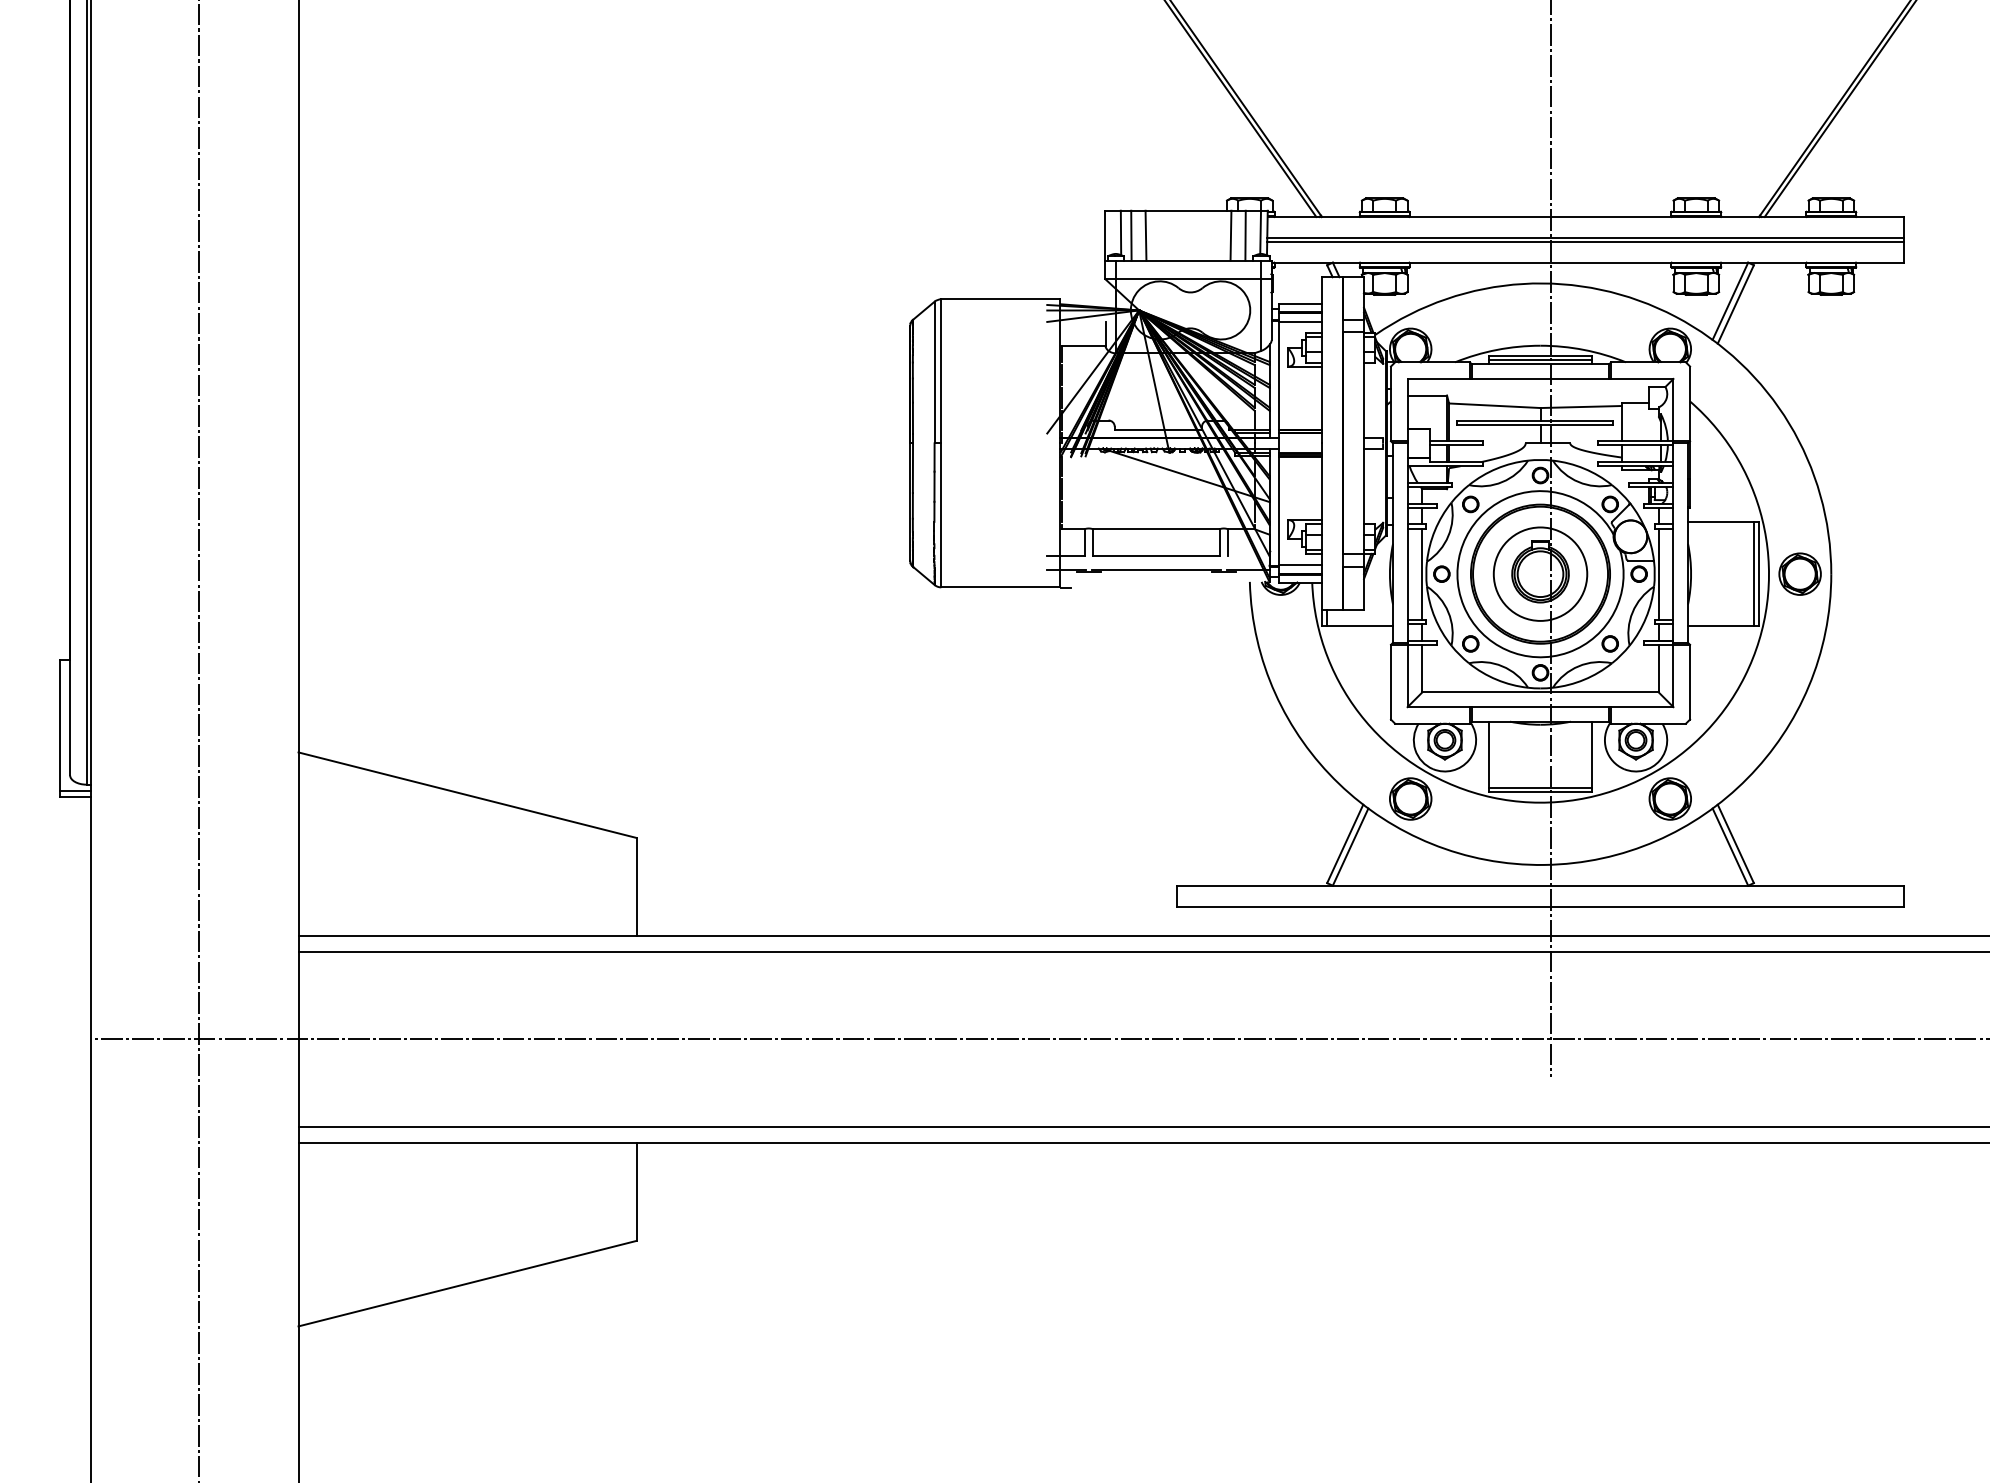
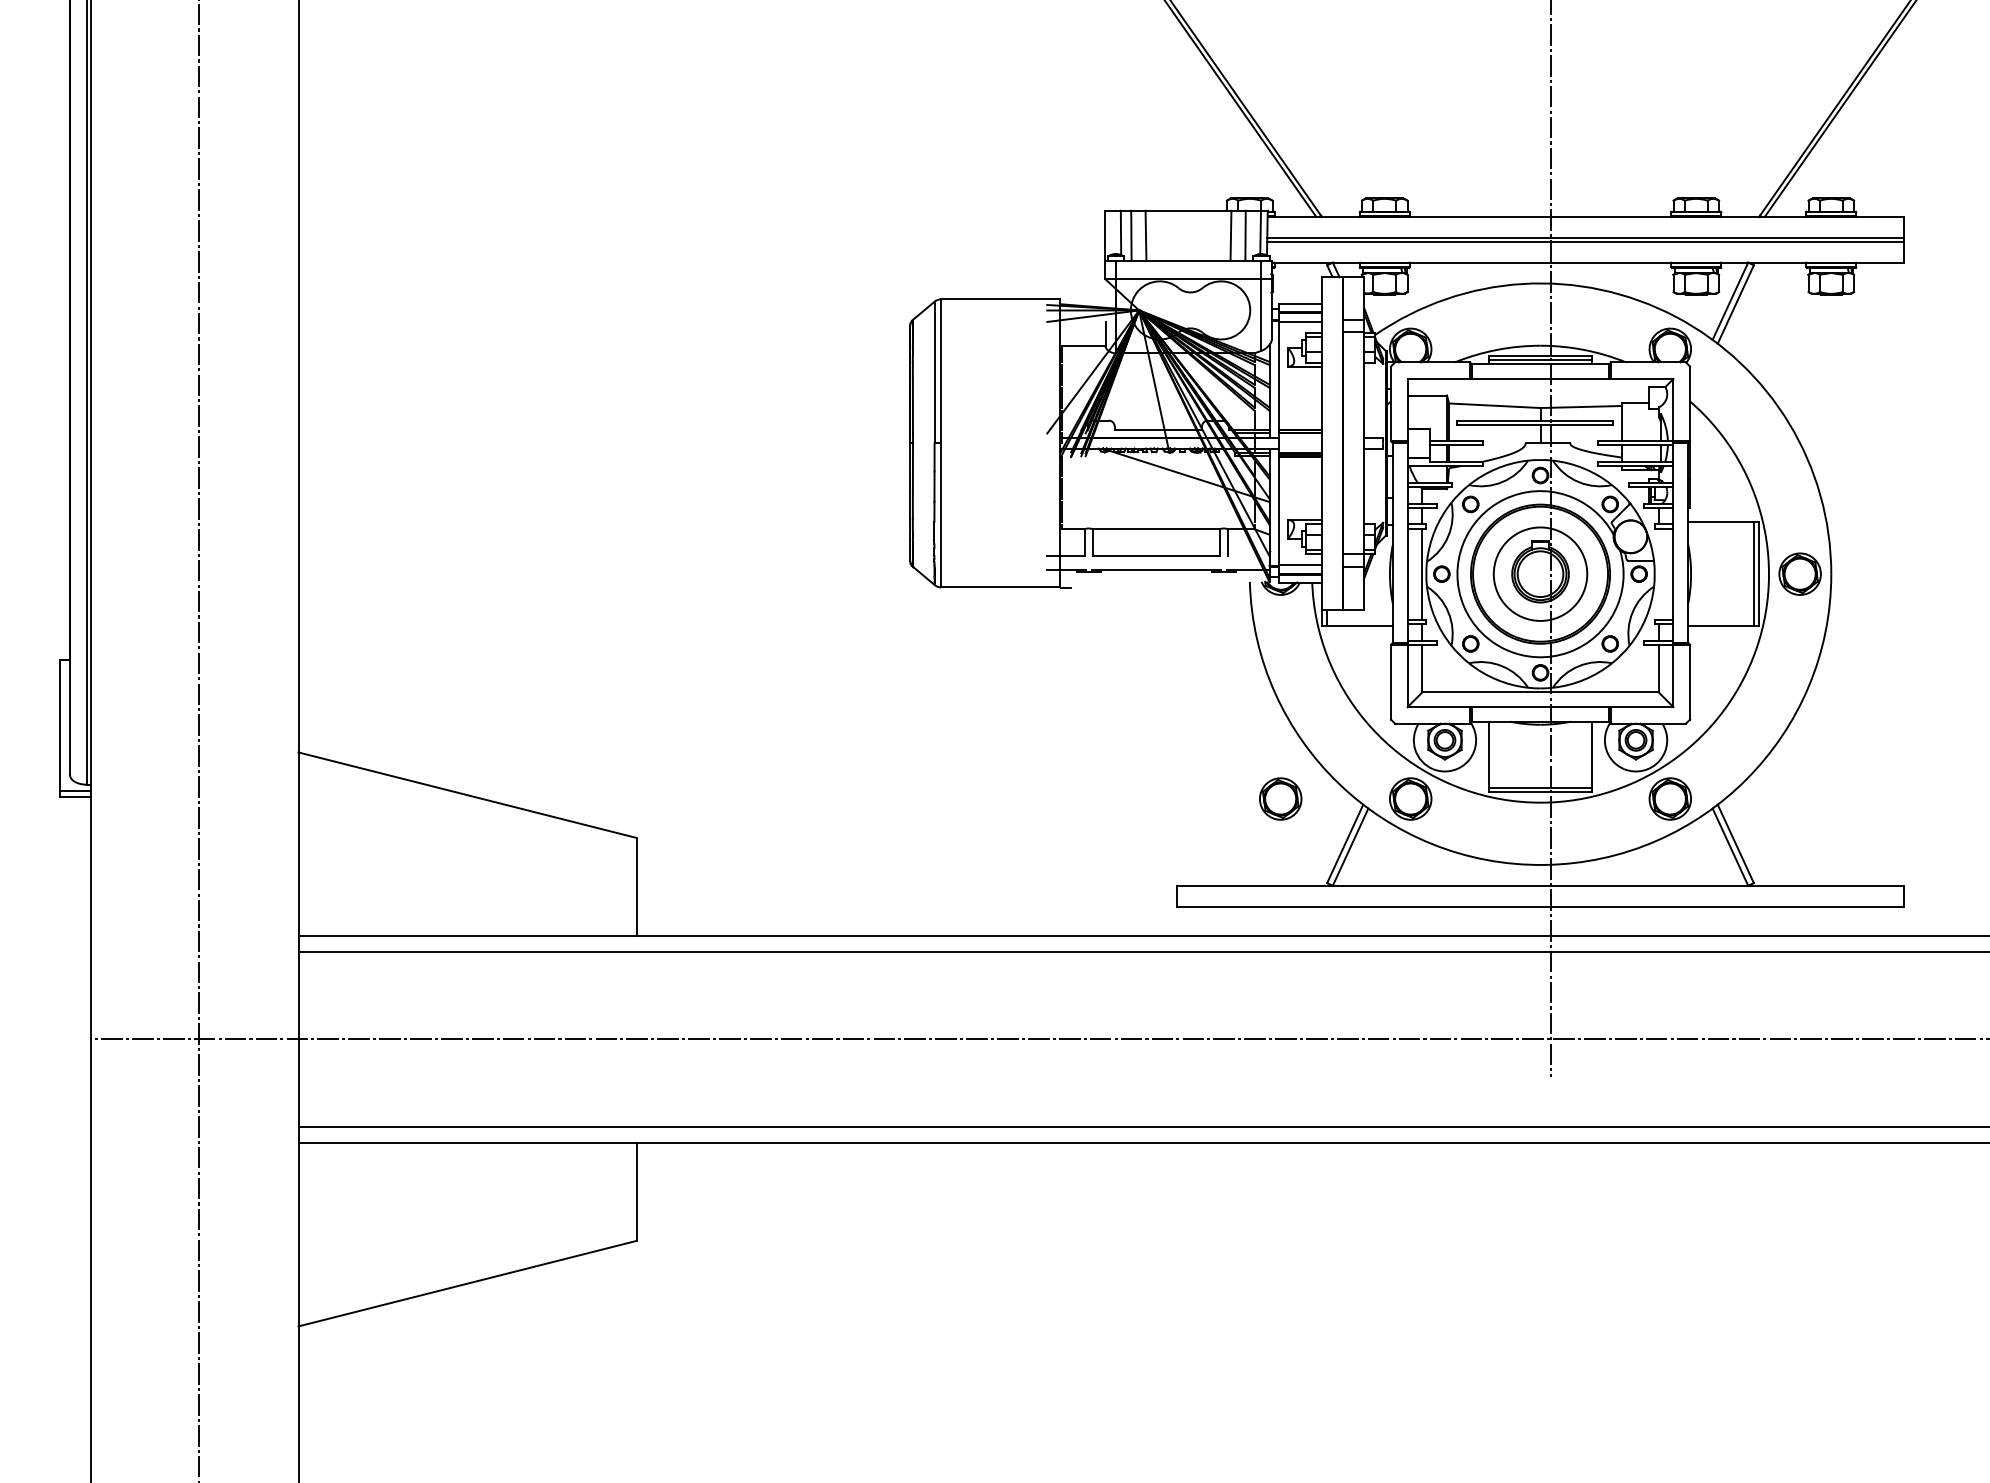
line at (1658, 573): present -> none
part at (1280, 798): none -> present
